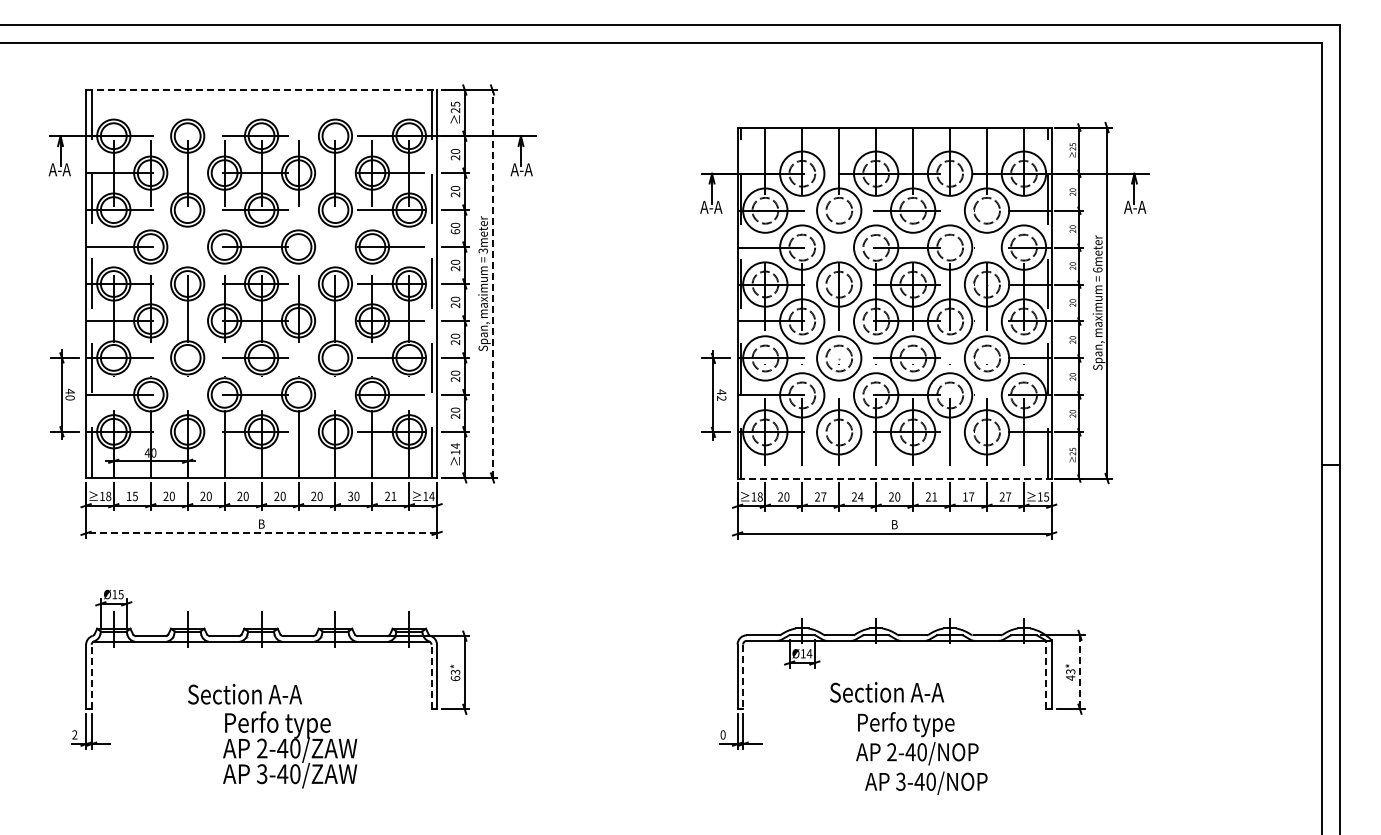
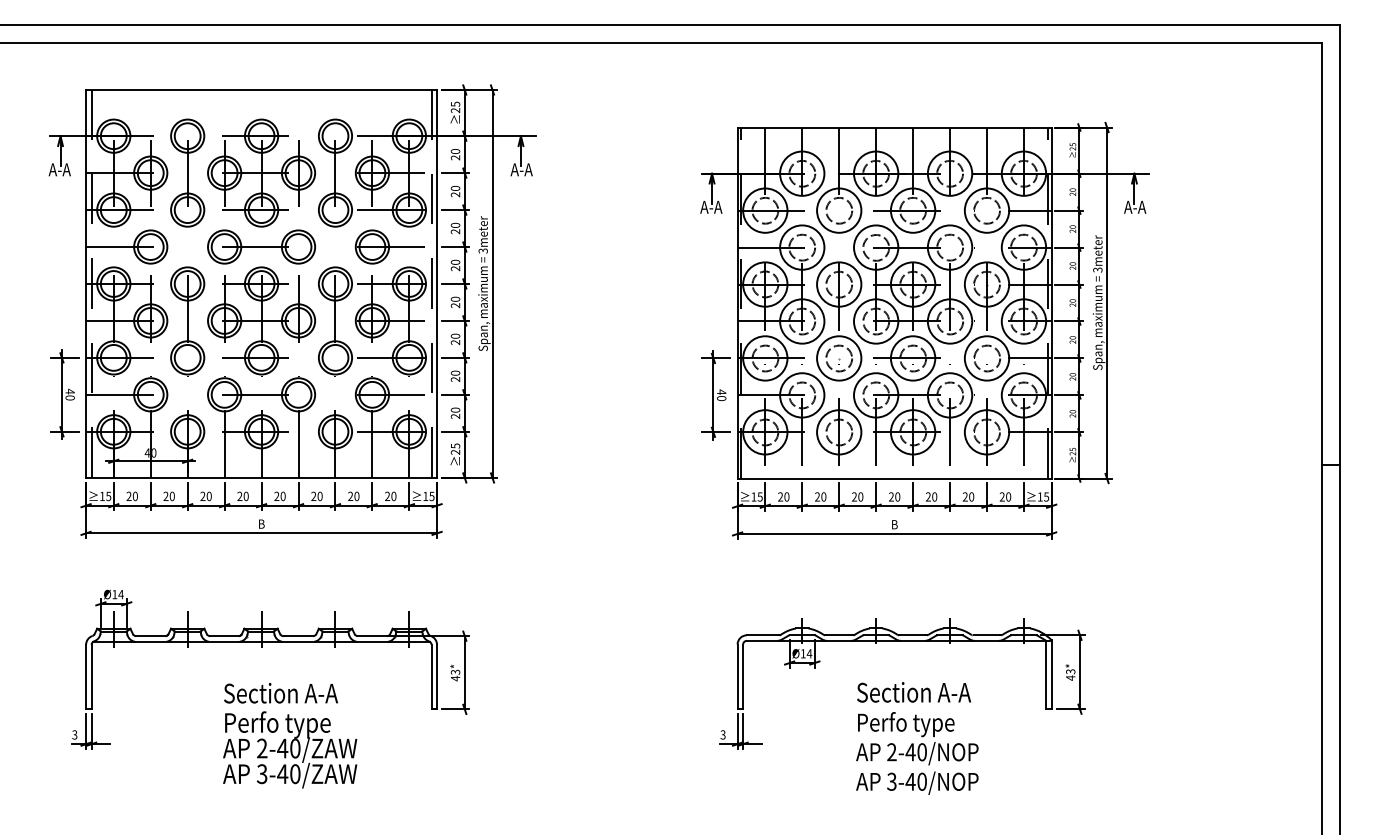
line at (261, 90): dashed -> solid
text at (455, 231): 60 -> 20
text at (1097, 269): 6meter -> 3meter
line at (492, 284): dashed -> solid
text at (721, 398): 42 -> 40
text at (455, 448): 14 -> 25
line at (895, 478): dashed -> solid
text at (108, 495): 18 -> 15
text at (131, 495): 15 -> 20
text at (393, 495): 21 -> 20
text at (350, 496): 30 -> 20
text at (431, 496): 14 -> 15
text at (759, 496): 18 -> 15
text at (823, 496): 27 -> 20
text at (860, 496): 24 -> 20
text at (934, 496): 21 -> 20
text at (968, 496): 17 -> 20
text at (1008, 496): 27 -> 20
line at (261, 533): dashed -> solid
text at (120, 594): Ø15 -> Ø14
line at (1079, 672): dashed -> solid
line at (1046, 674): dashed -> solid
line at (91, 676): dashed -> solid
line at (431, 676): dashed -> solid
line at (743, 677): dashed -> solid
text at (455, 678): 63* -> 43*
text at (887, 692) position: (887, 692) -> (914, 692)
text at (244, 694) position: (244, 694) -> (280, 693)
text at (722, 734): 0 -> 3
text at (74, 735): 2 -> 3
text at (926, 782) position: (926, 782) -> (917, 782)
